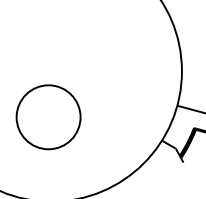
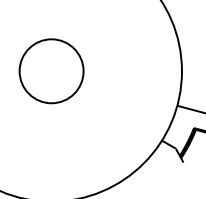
circle at (48, 117) position: (48, 117) -> (51, 71)
